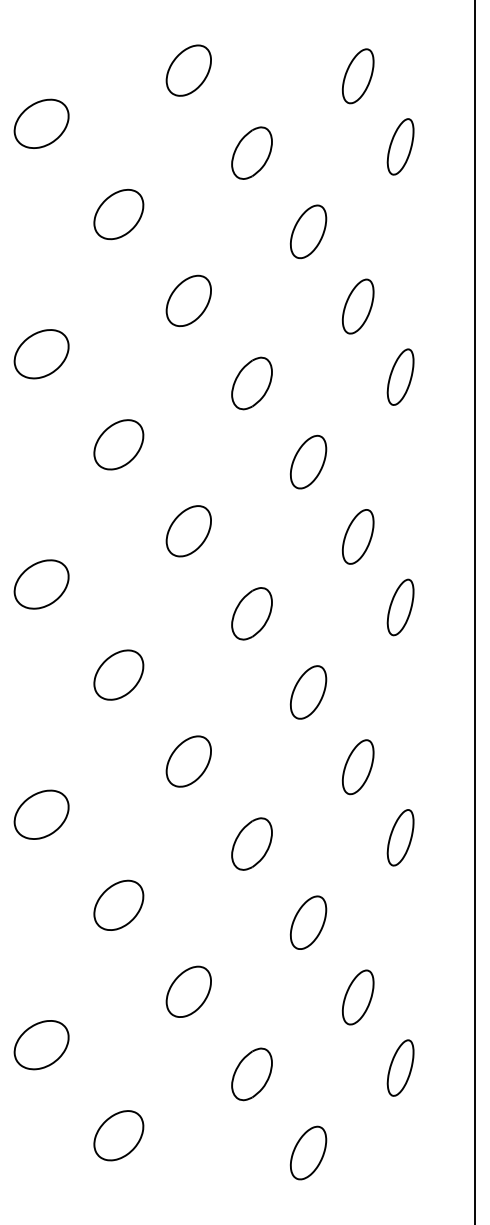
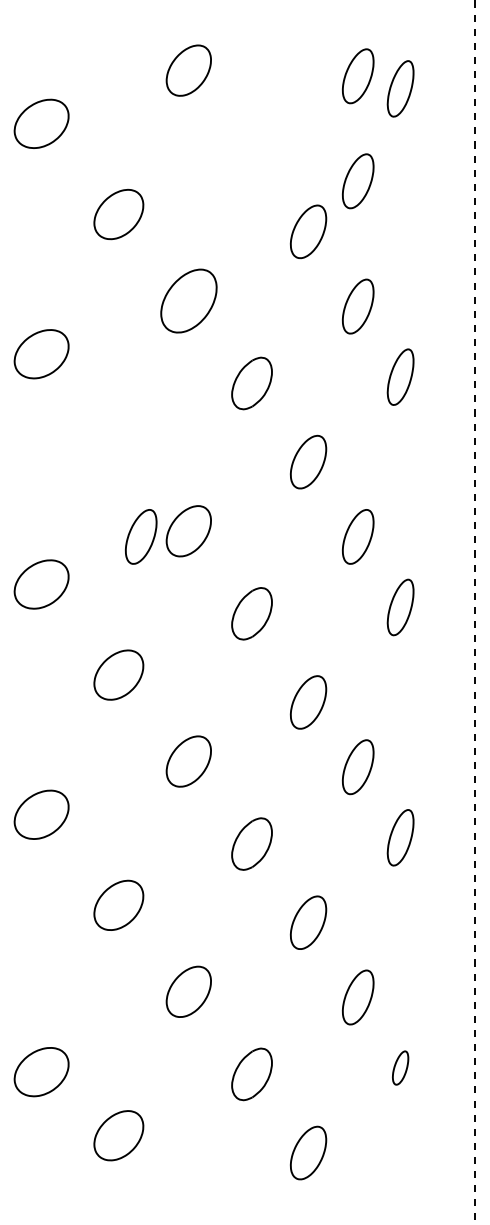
part at (400, 146) position: (400, 146) -> (400, 88)
part at (251, 152): present -> none
part at (357, 181): none -> present
part at (188, 300) size: 47x53 px -> 58x66 px
part at (118, 444): present -> none
part at (141, 536): none -> present
line at (475, 611): solid -> dashed
part at (308, 692) position: (308, 692) -> (308, 702)
part at (41, 1045) position: (41, 1045) -> (41, 1072)
part at (400, 1067) size: 29x58 px -> 18x36 px
